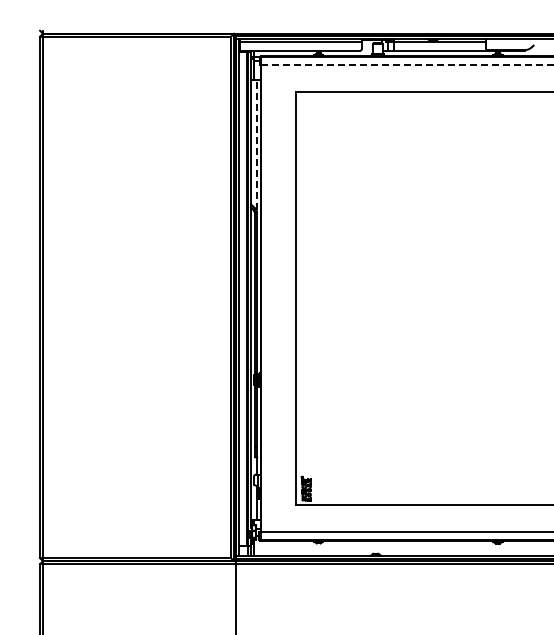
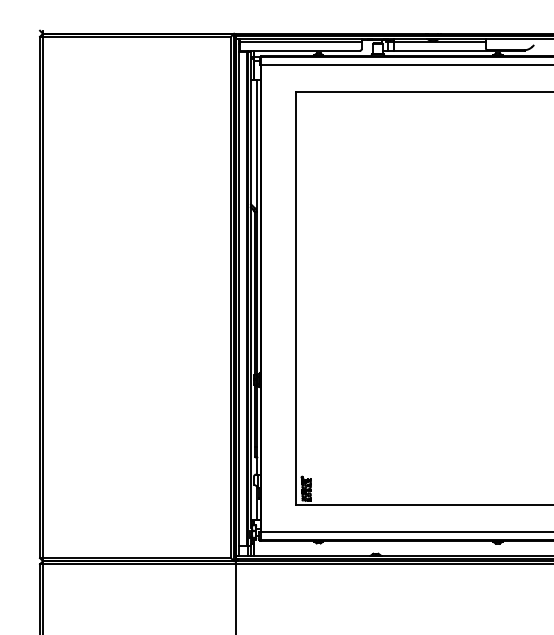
line at (407, 64): dashed -> solid
line at (256, 144): dashed -> solid
